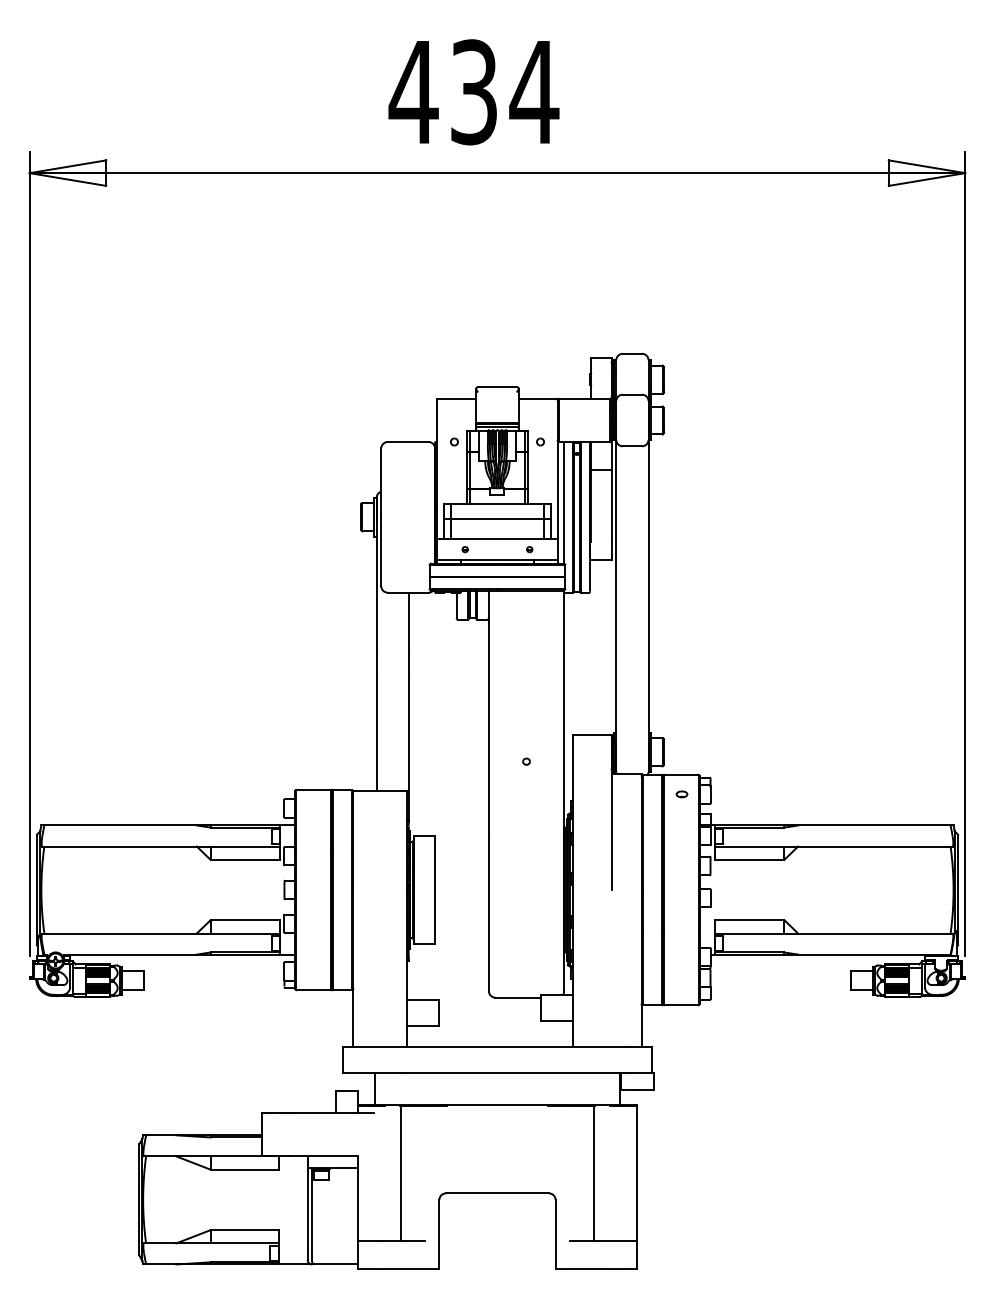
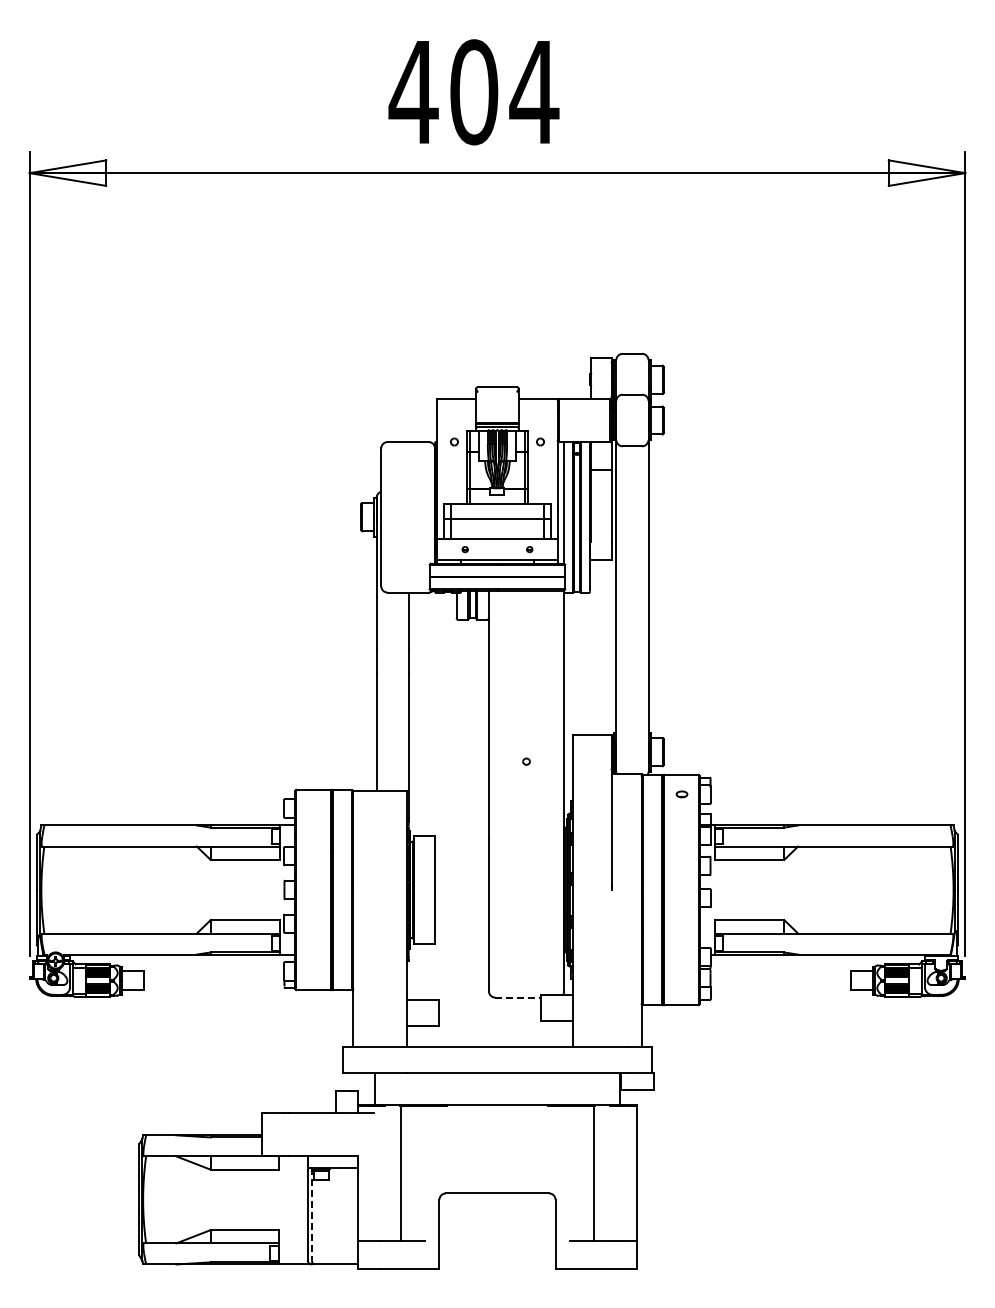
text at (474, 92): 434 -> 404
line at (517, 997): solid -> dashed
line at (312, 1214): solid -> dashed
